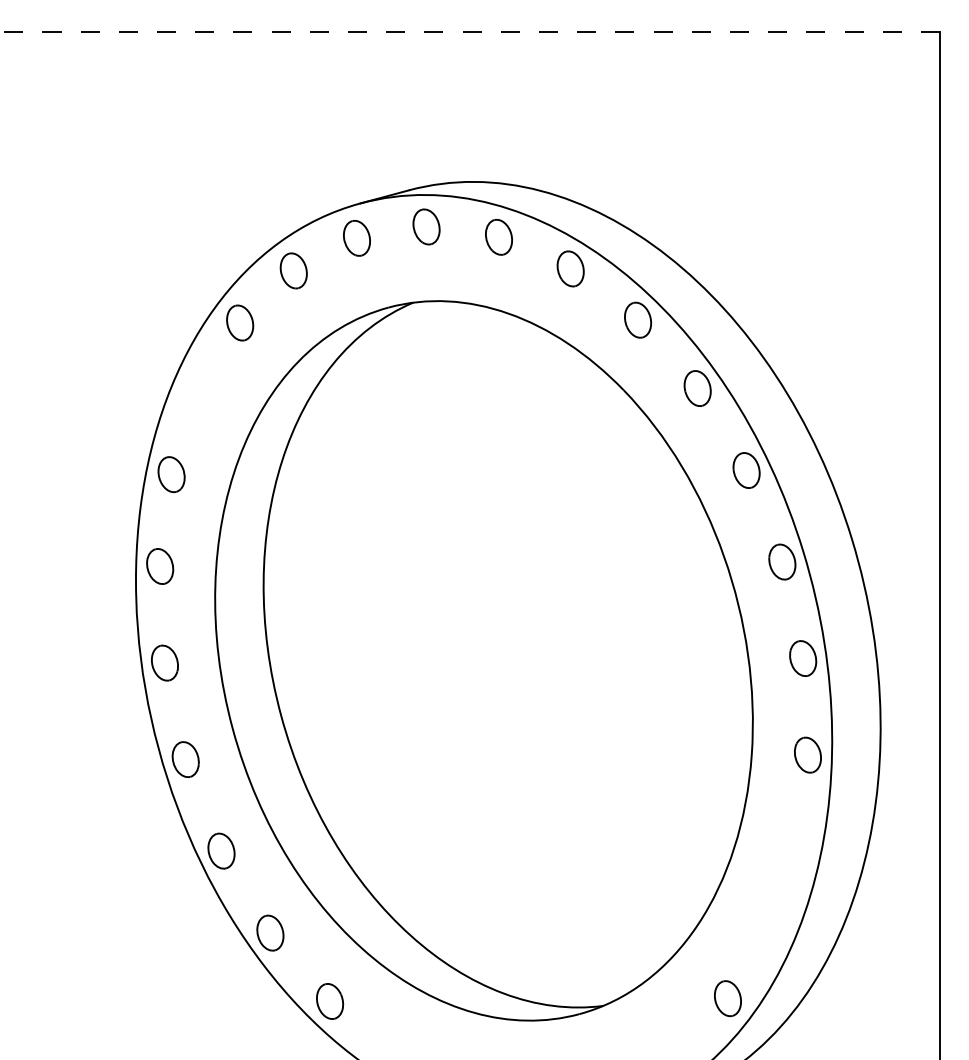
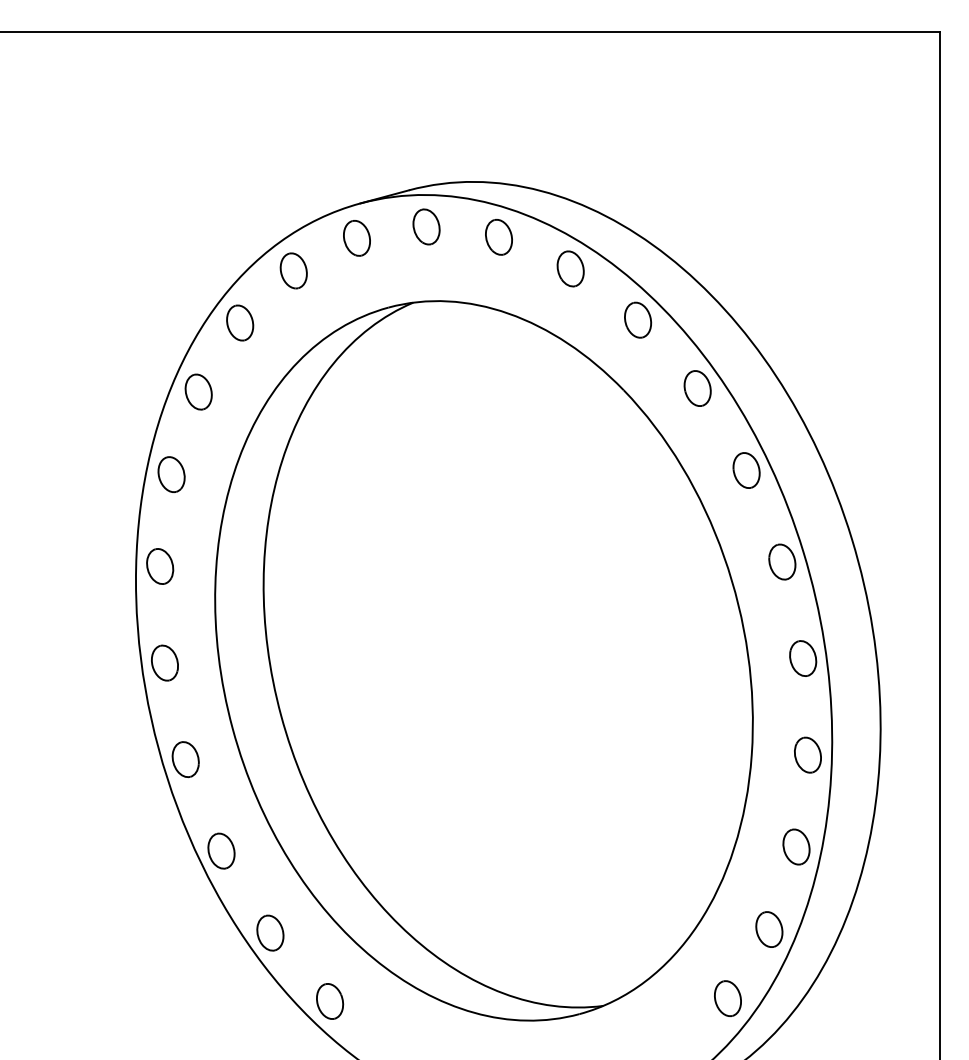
line at (470, 31): dashed -> solid
part at (198, 391): none -> present
part at (796, 846): none -> present
part at (769, 929): none -> present
